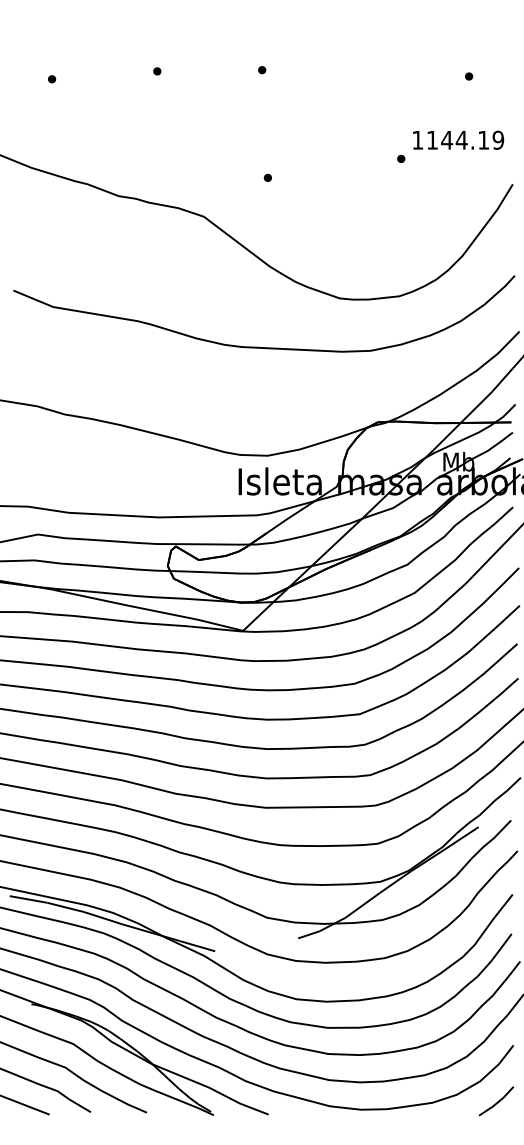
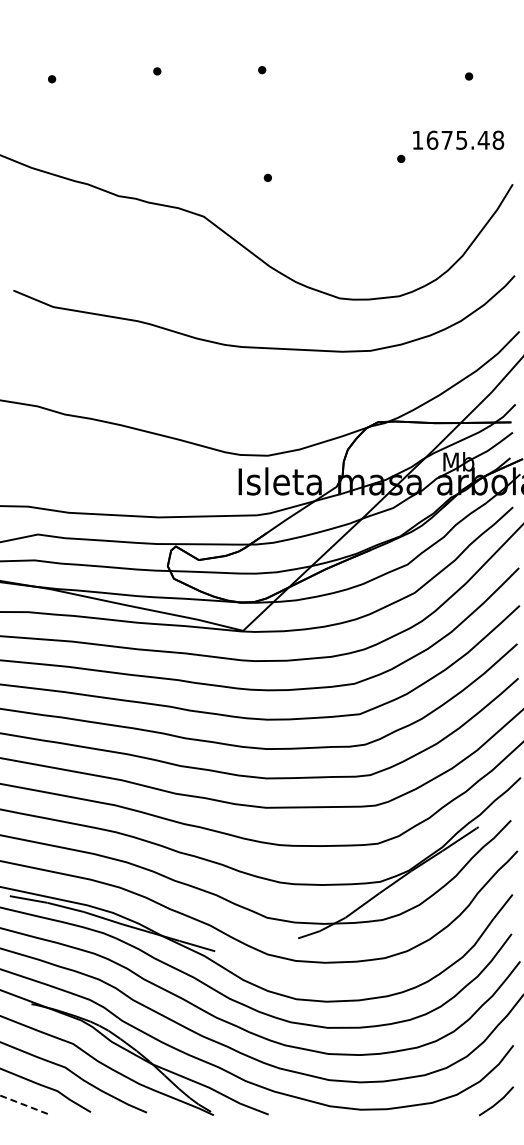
text at (465, 139): 1144.19 -> 1675.48
line at (25, 1105): solid -> dashed
